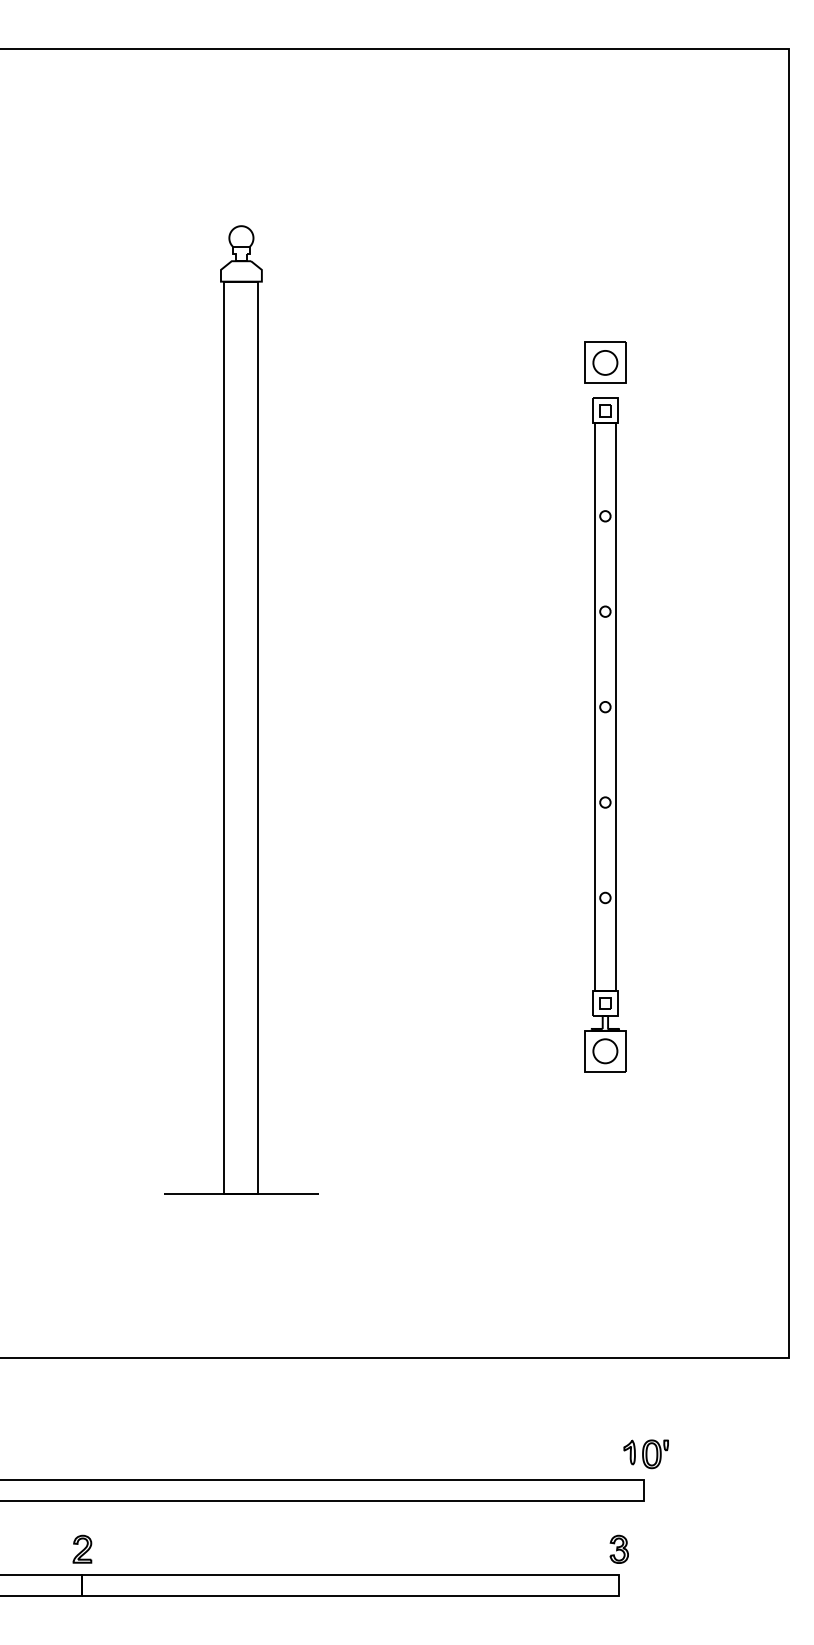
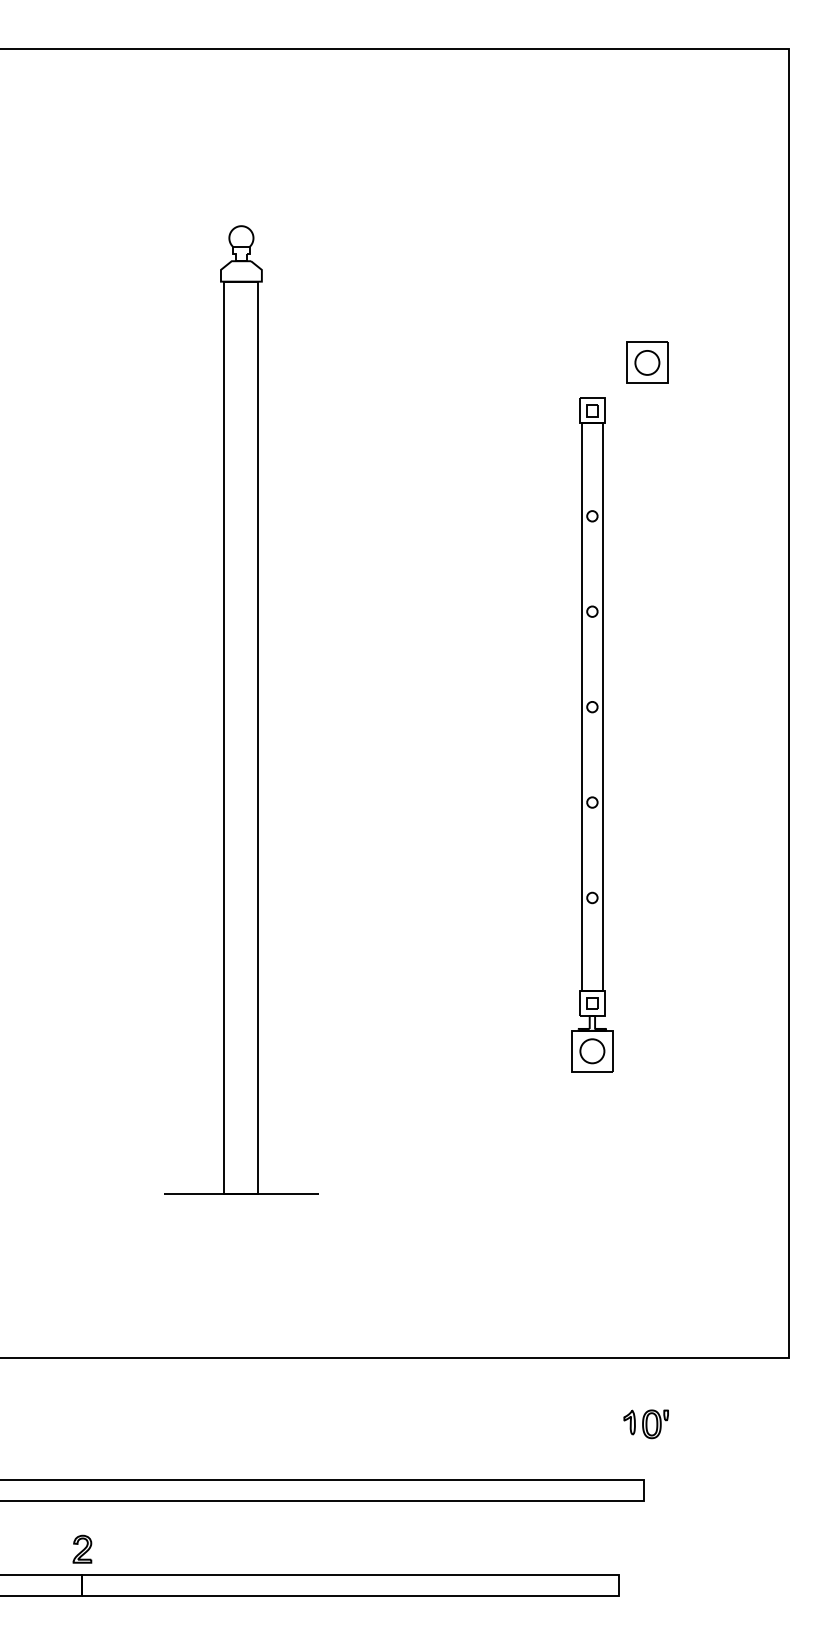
part at (605, 362) position: (605, 362) -> (647, 362)
part at (605, 734) position: (605, 734) -> (592, 734)
part at (645, 1454) position: (645, 1454) -> (645, 1424)
part at (618, 1548): present -> none
